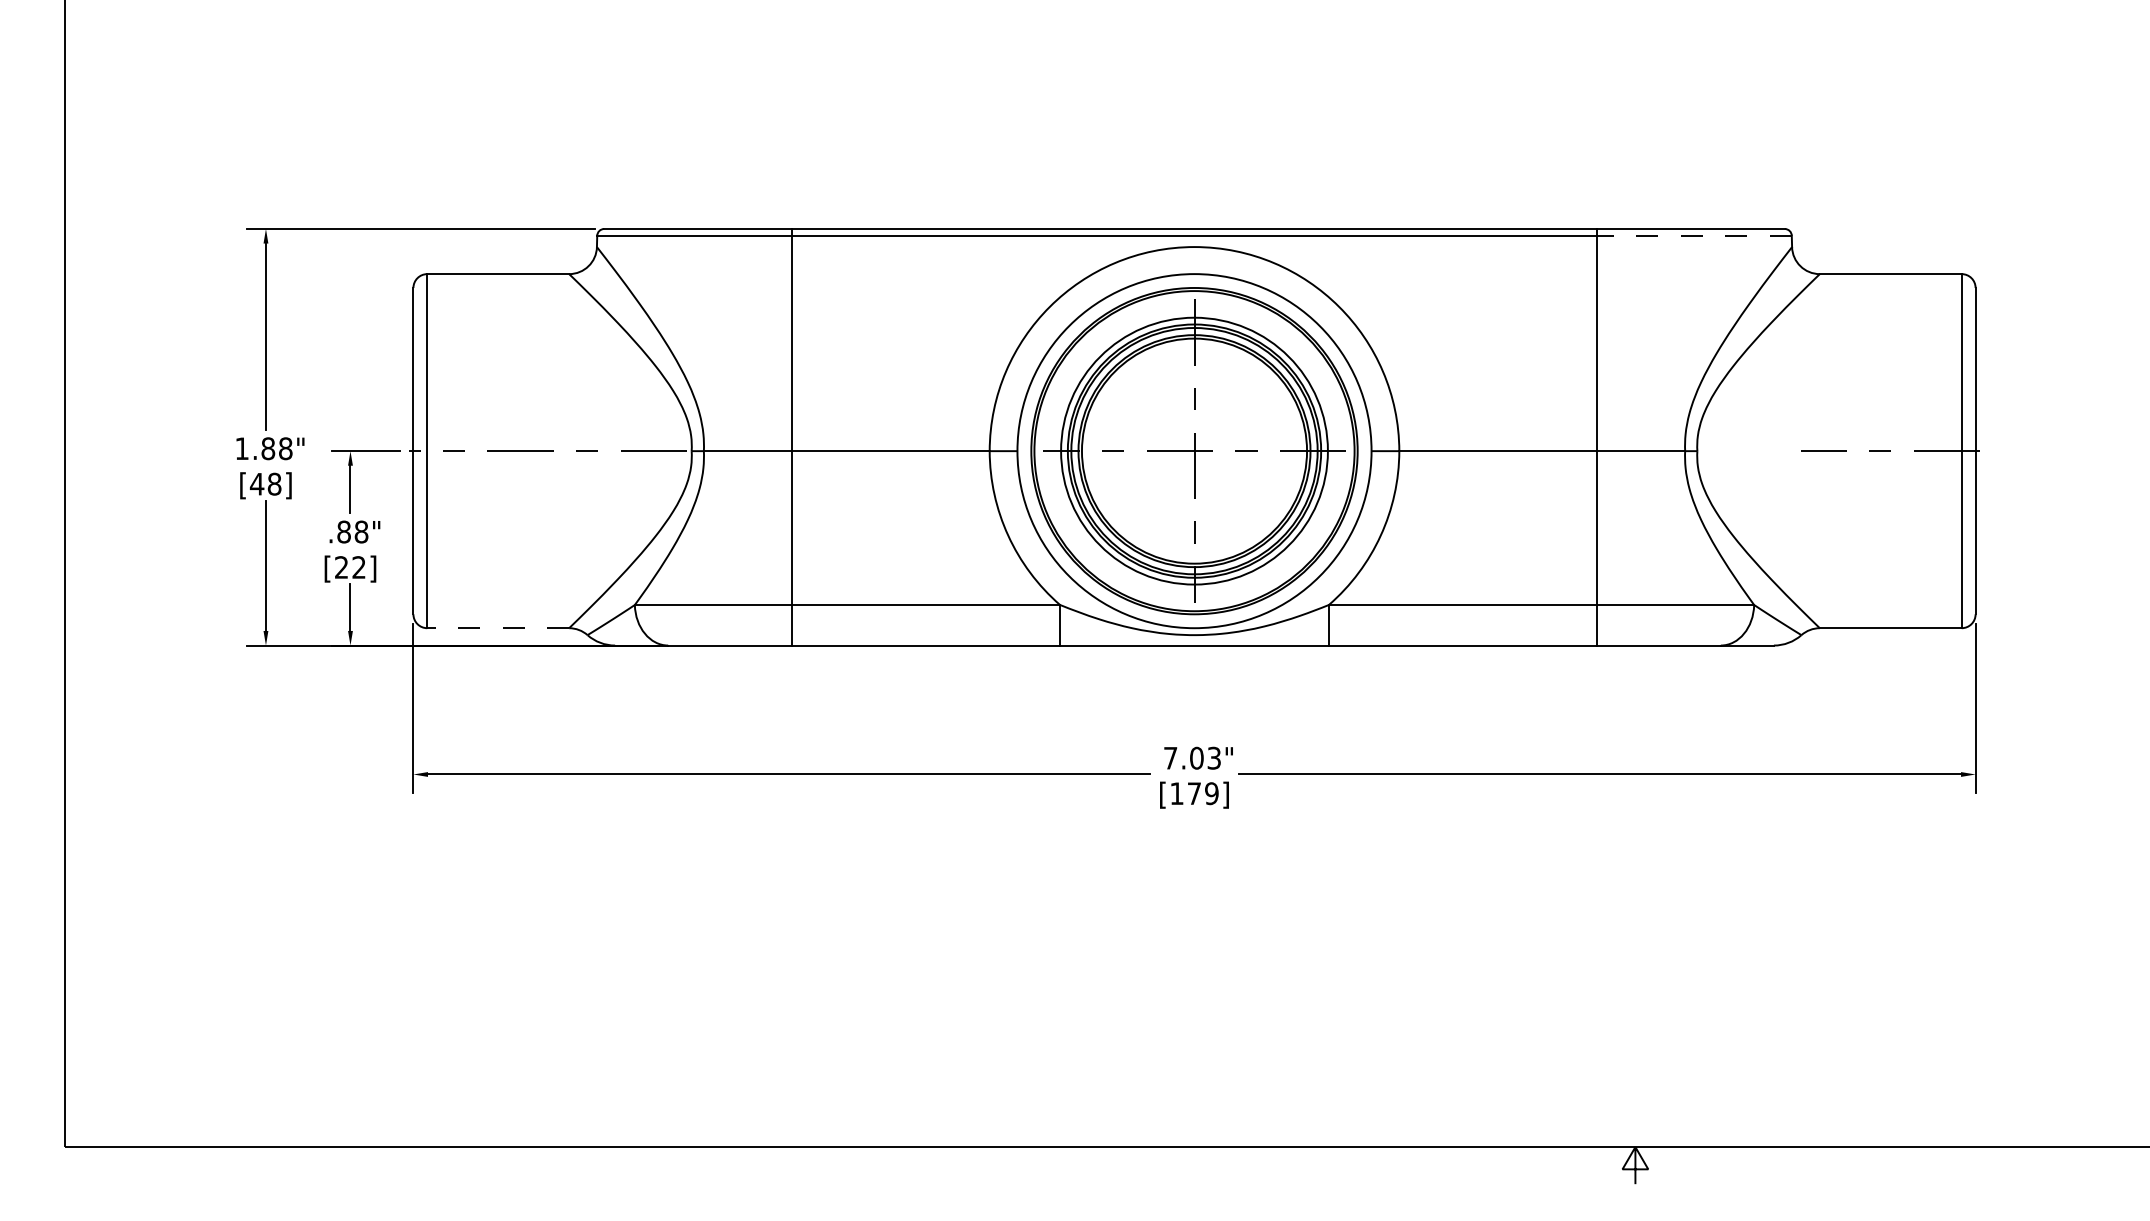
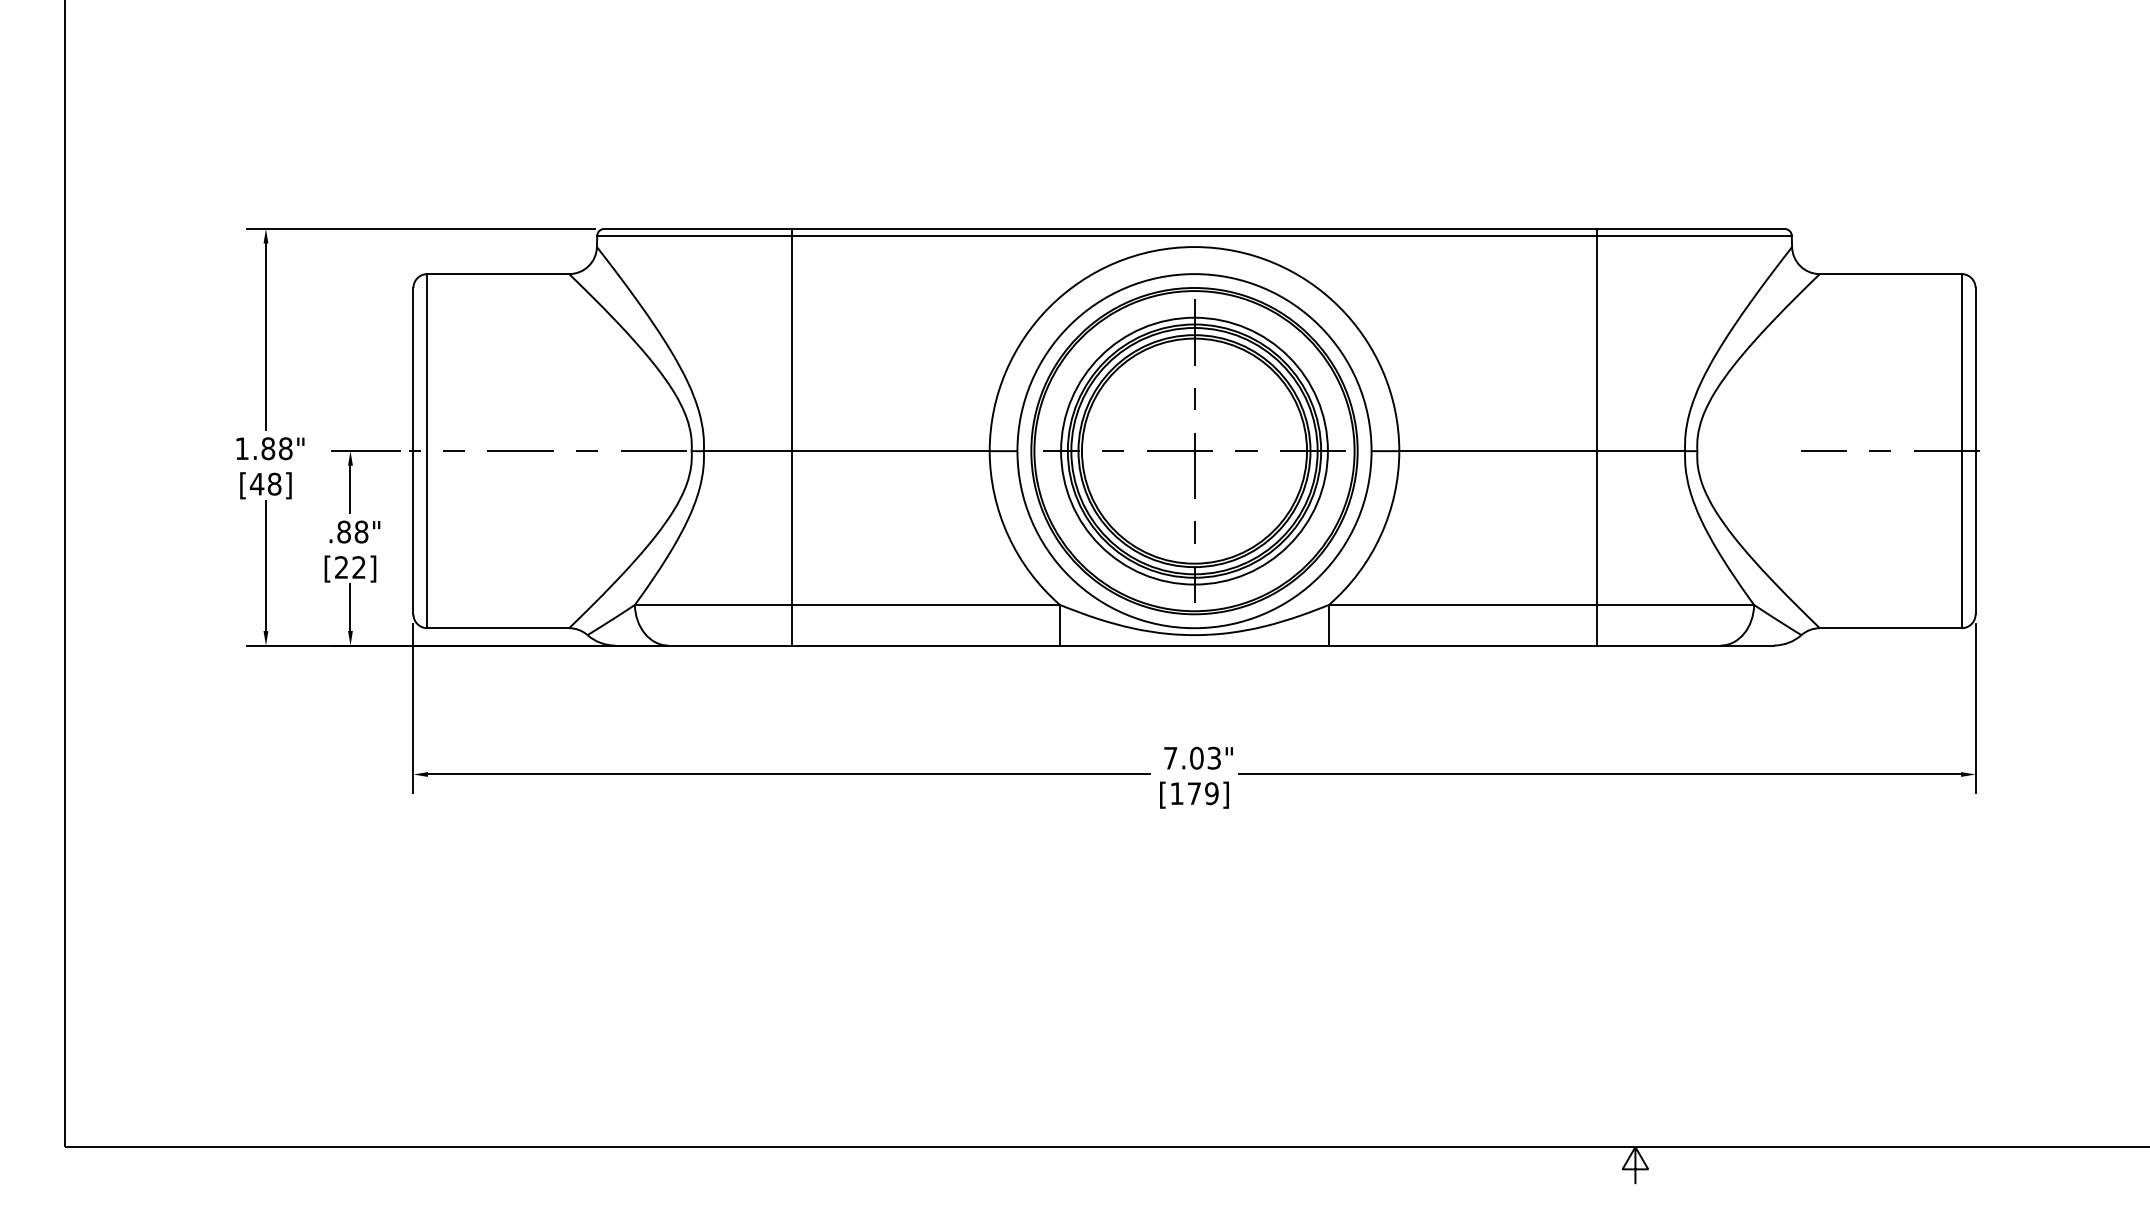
line at (1693, 235): dashed -> solid
line at (498, 628): dashed -> solid
